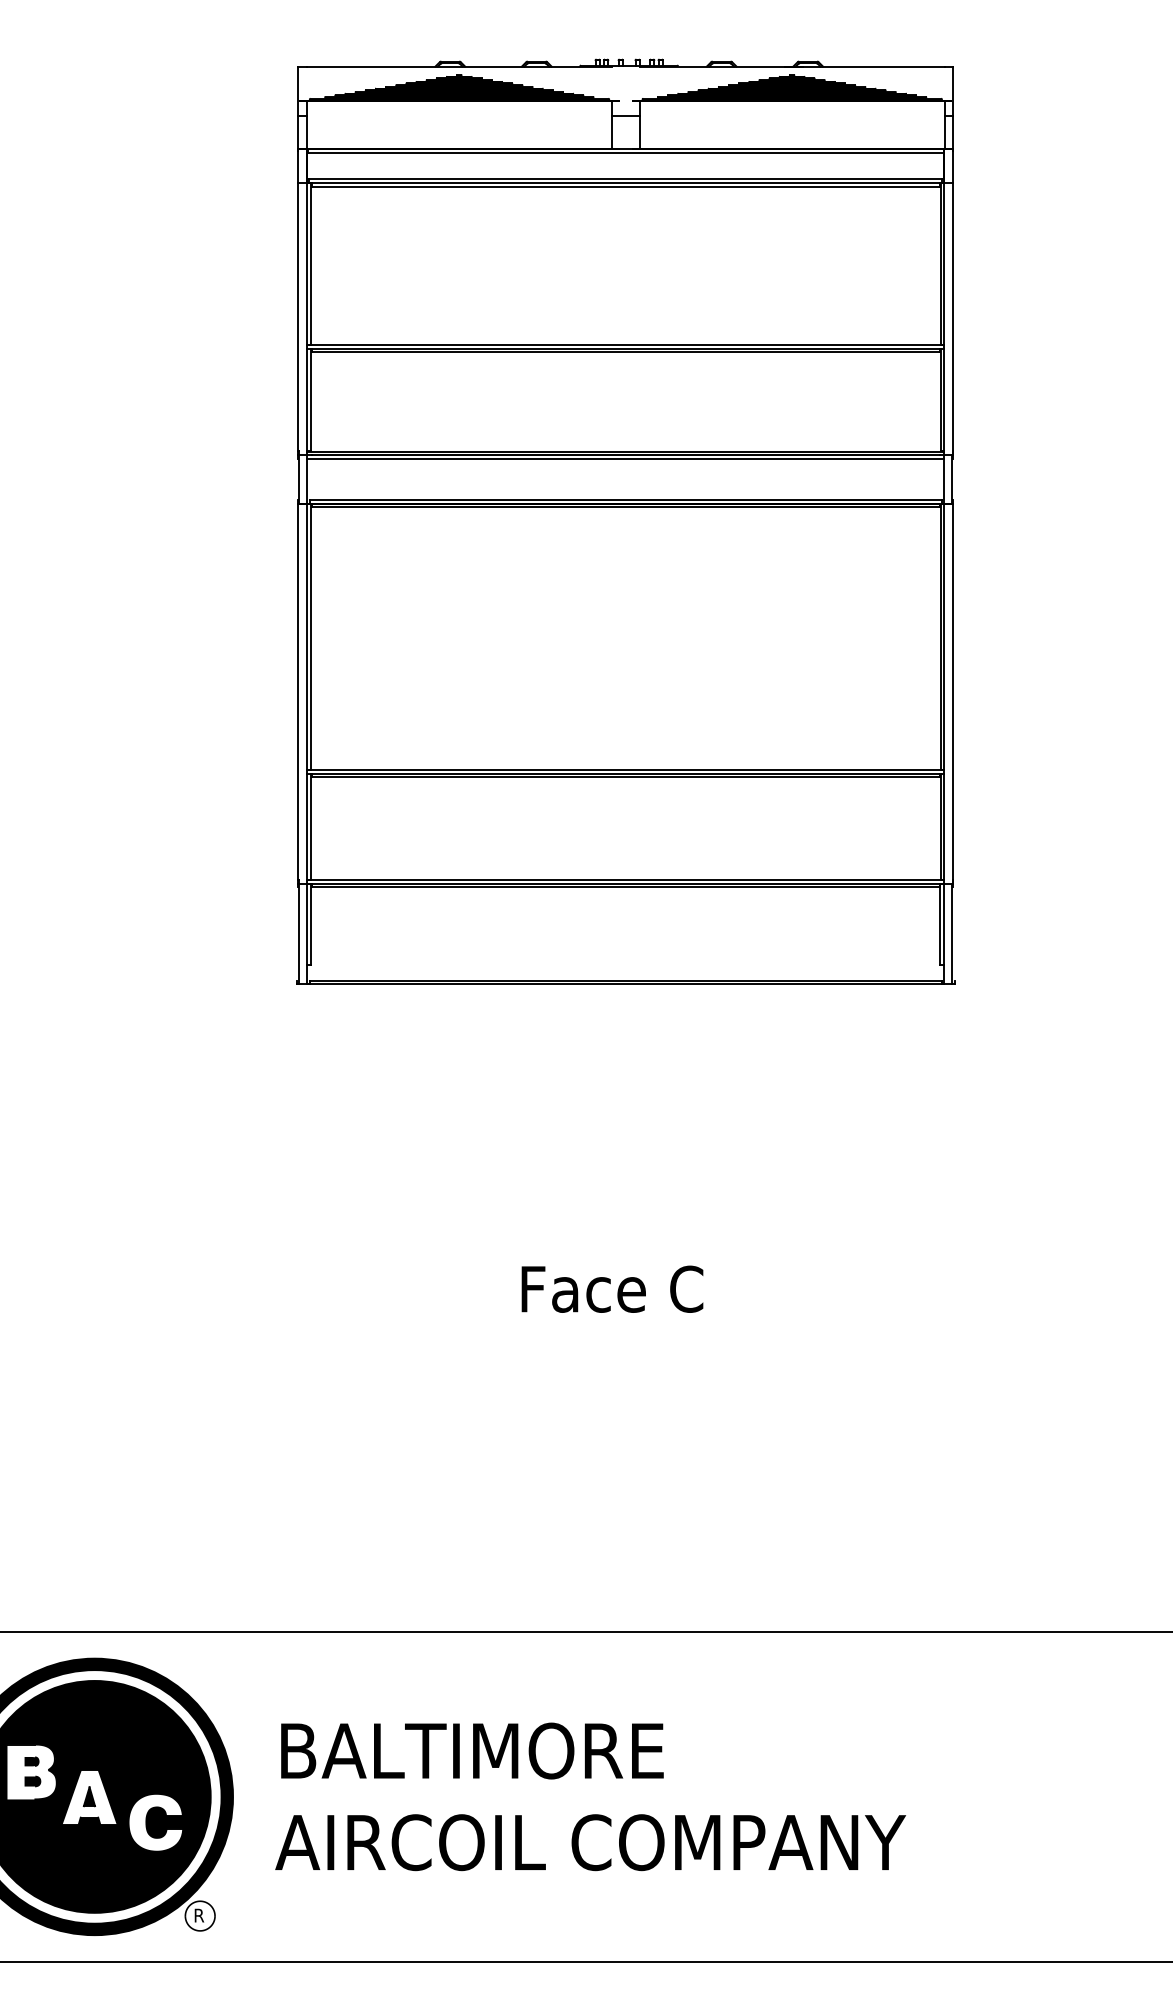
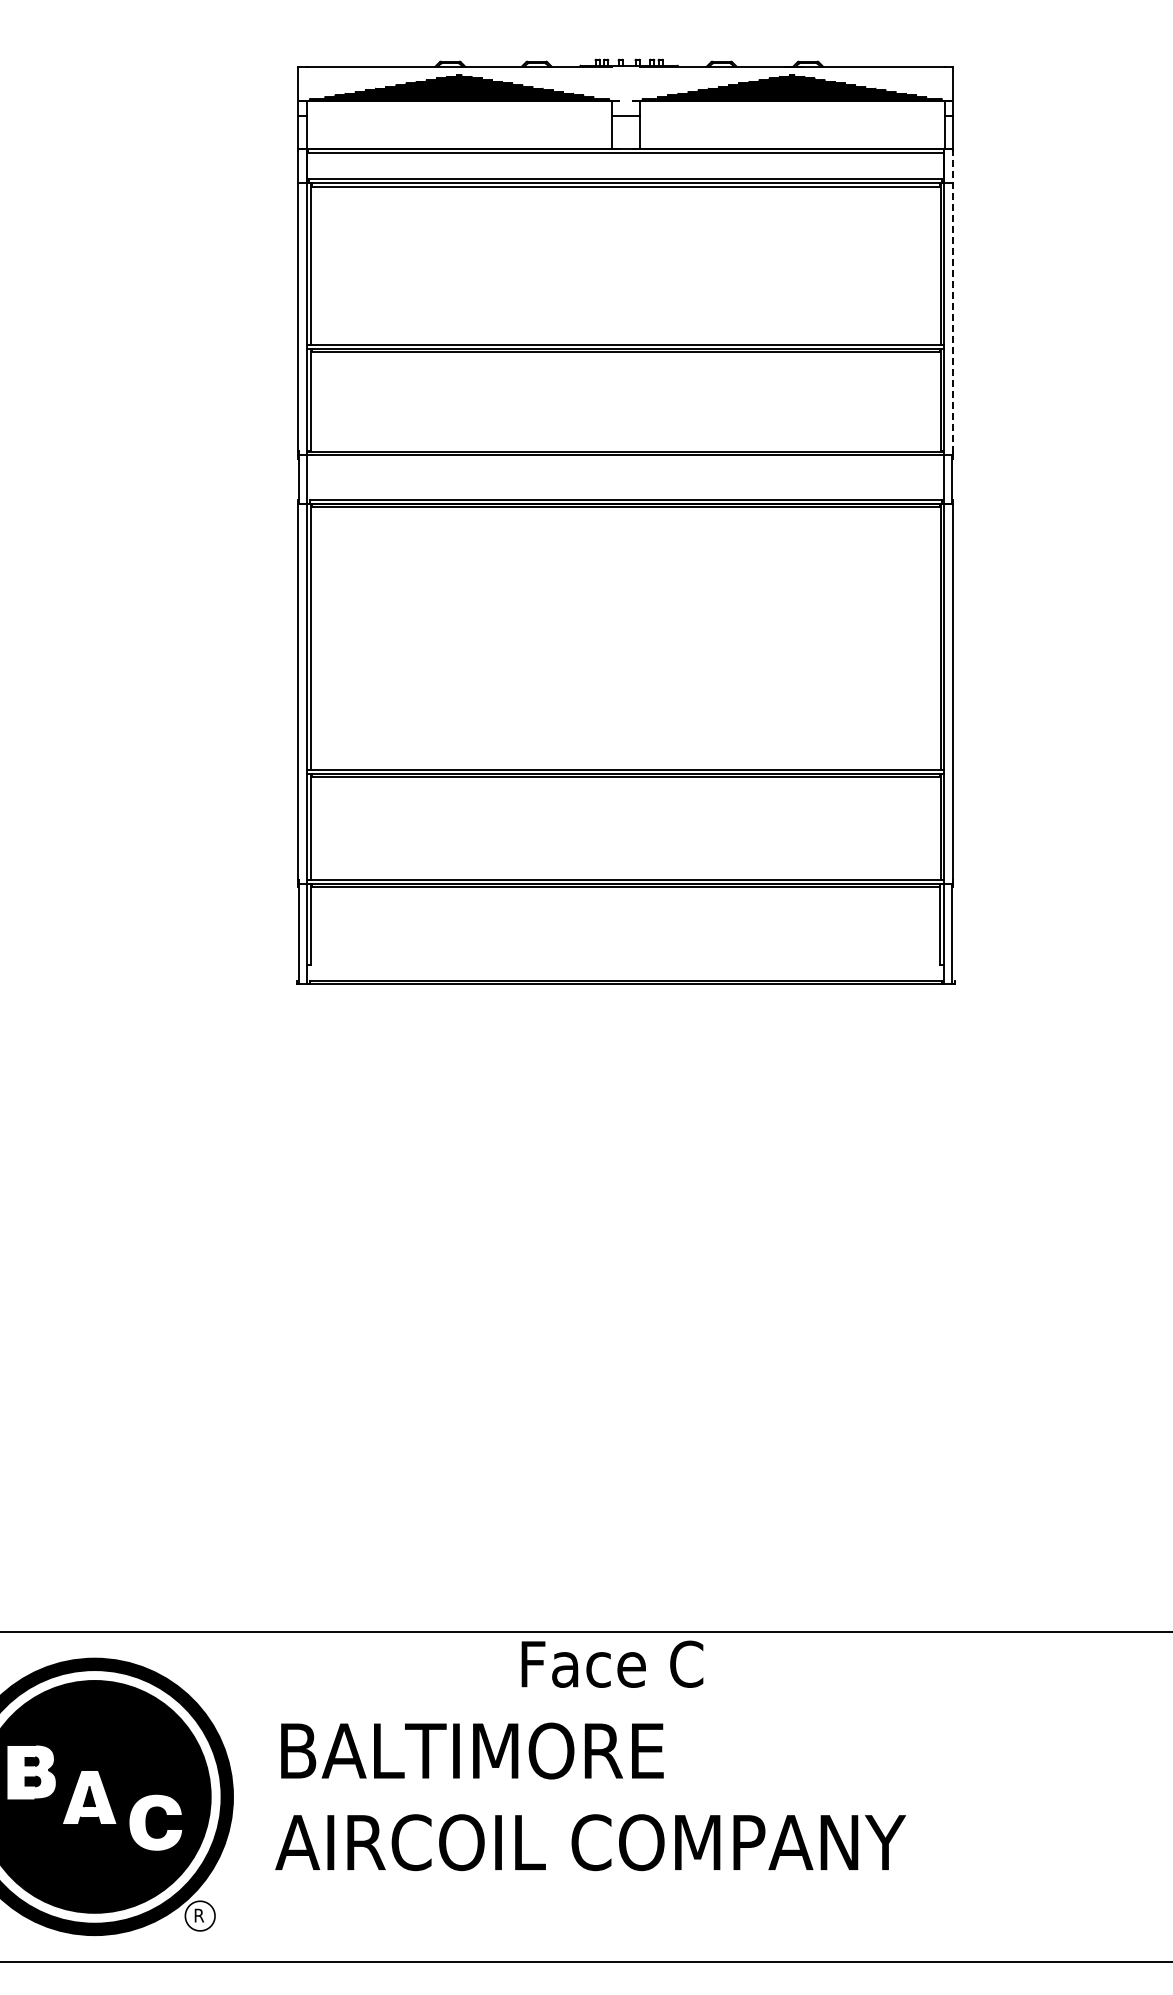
line at (953, 300): solid -> dashed
line at (625, 458): present -> none
text at (612, 1288) position: (612, 1288) -> (612, 1663)
